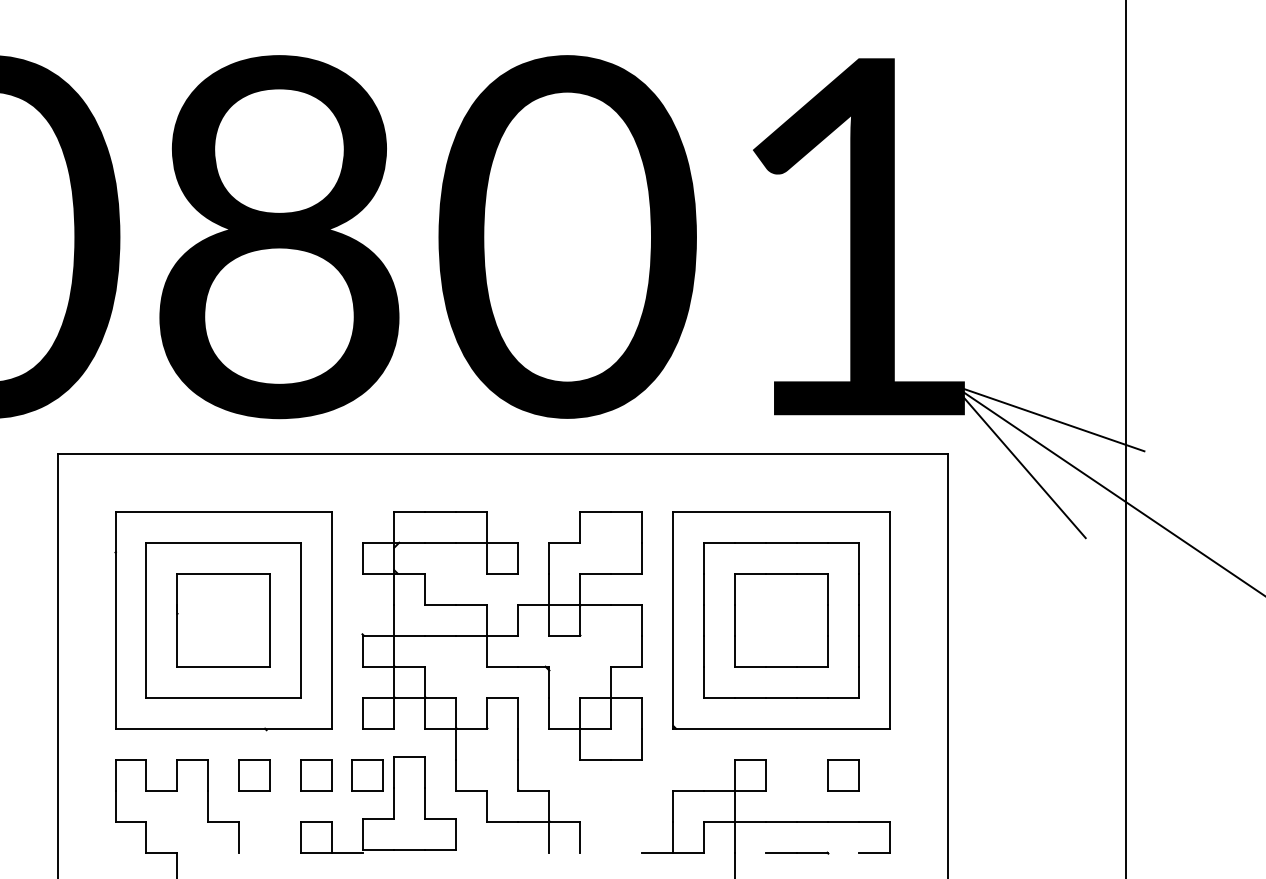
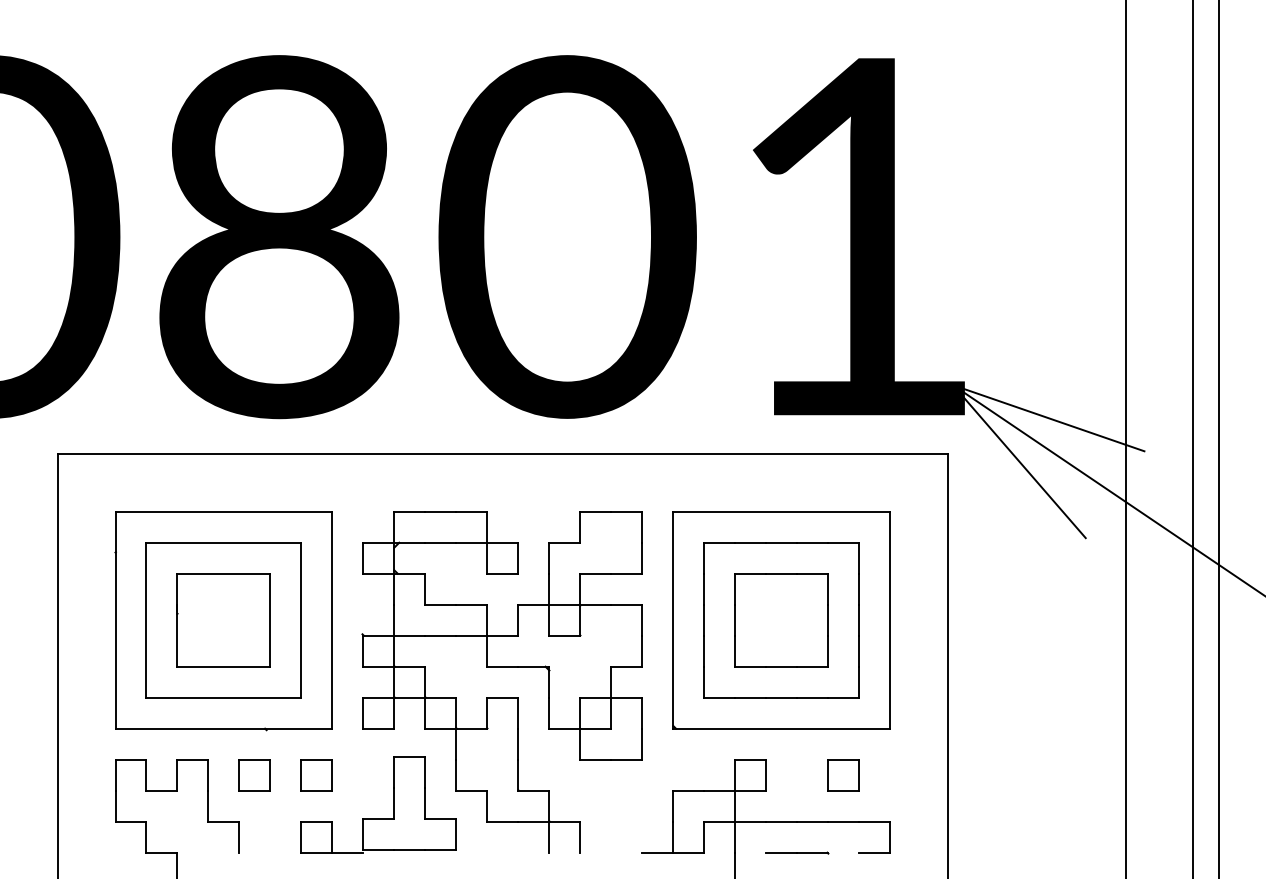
line at (1193, 438): none -> present
line at (1219, 438): none -> present
part at (367, 775): present -> none
